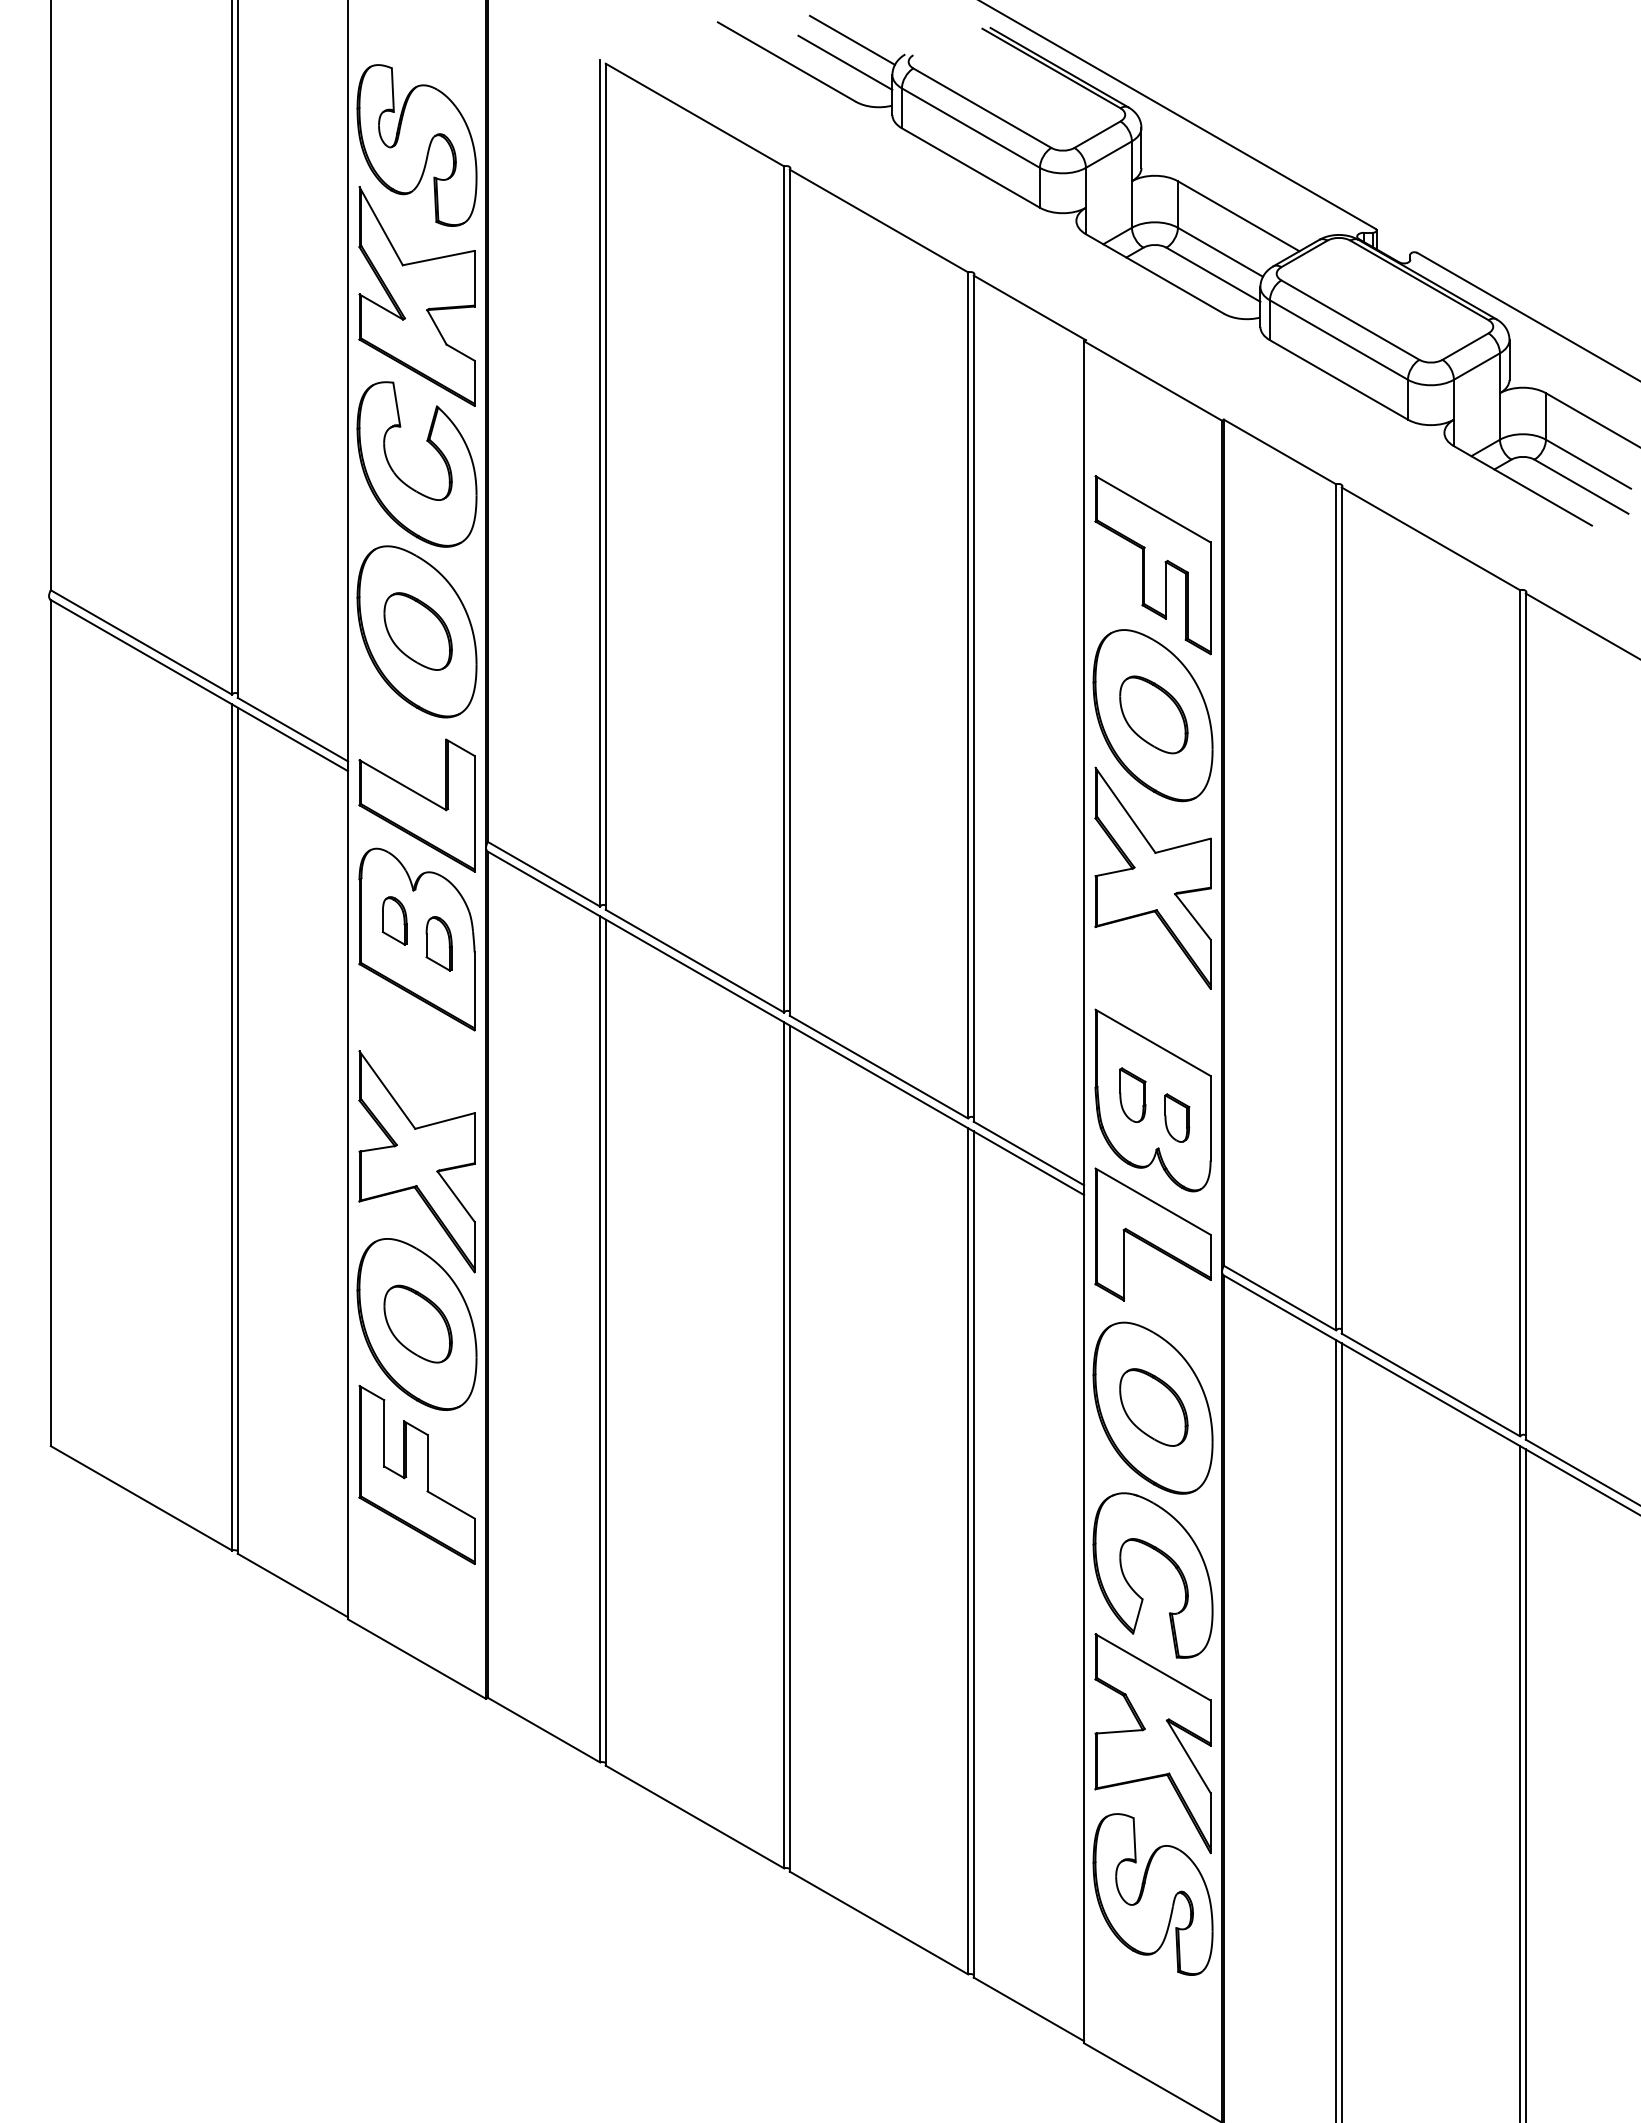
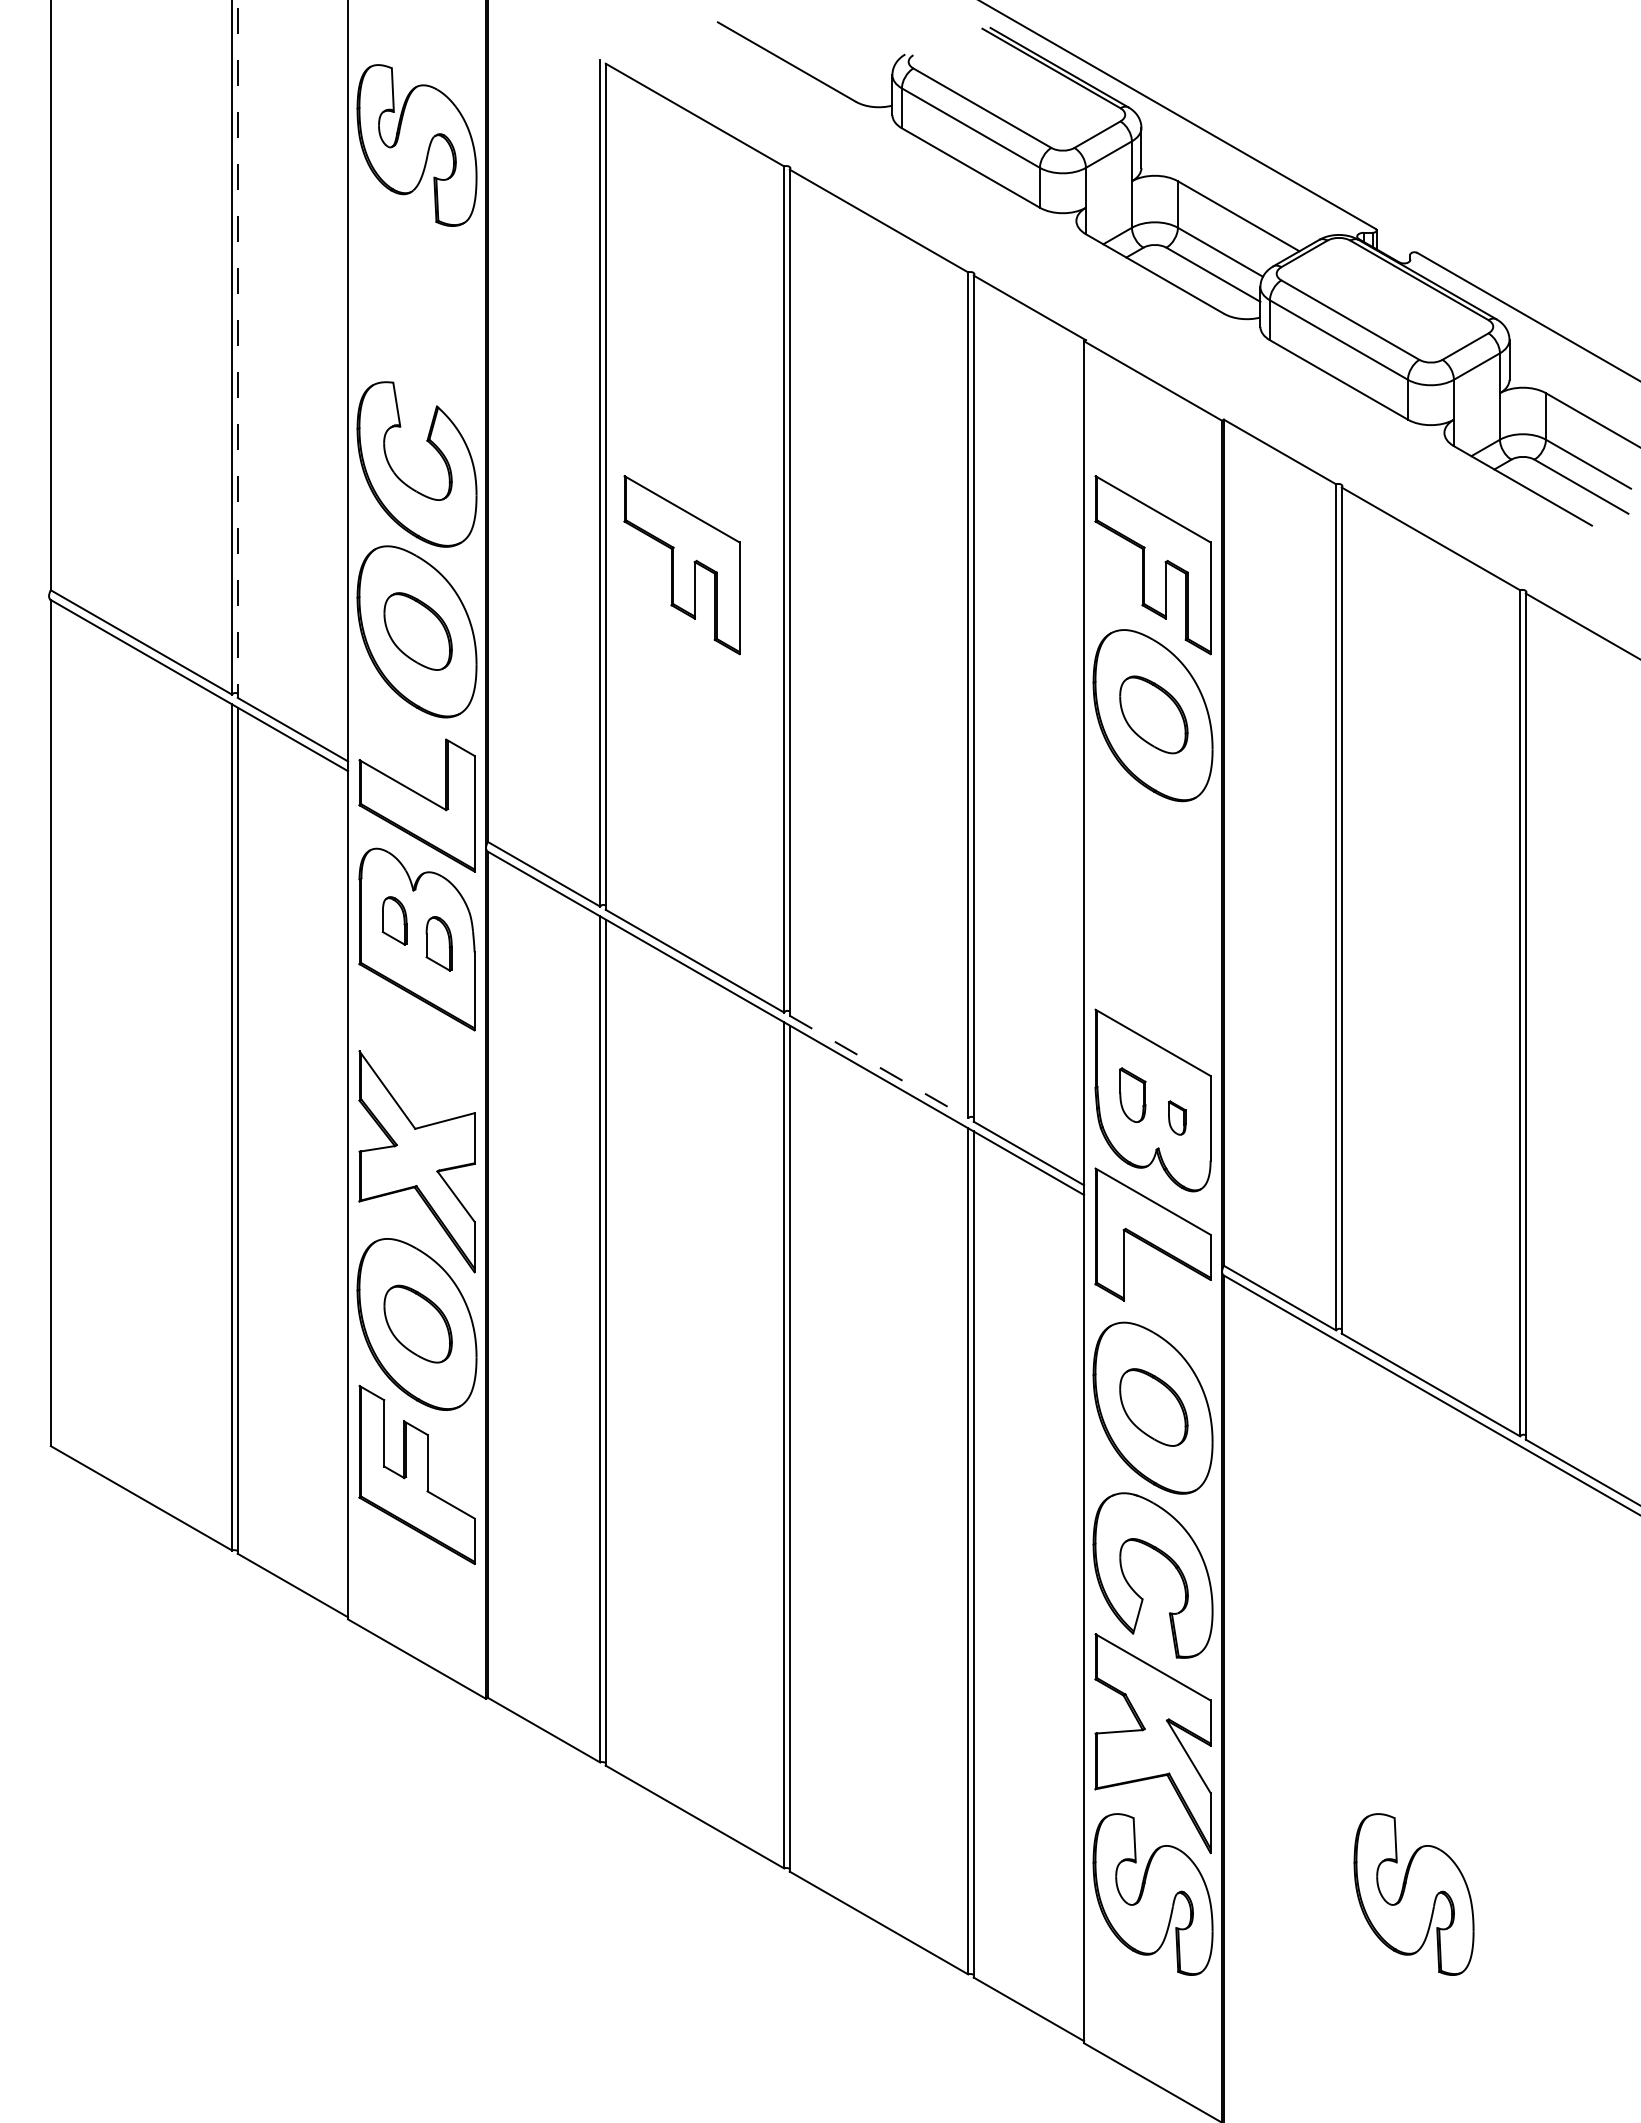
line at (851, 39): present -> none
line at (845, 62): present -> none
part at (416, 296): present -> none
line at (237, 349): solid -> dashed
part at (681, 565): none -> present
part at (1152, 877): present -> none
line at (878, 1067): solid -> dashed
part at (1177, 1117) size: 27x50 px -> 19x36 px
line at (1336, 1729): present -> none
line at (1341, 1731): present -> none
line at (1520, 1782): present -> none
line at (1525, 1784): present -> none
part at (1413, 1894): none -> present
